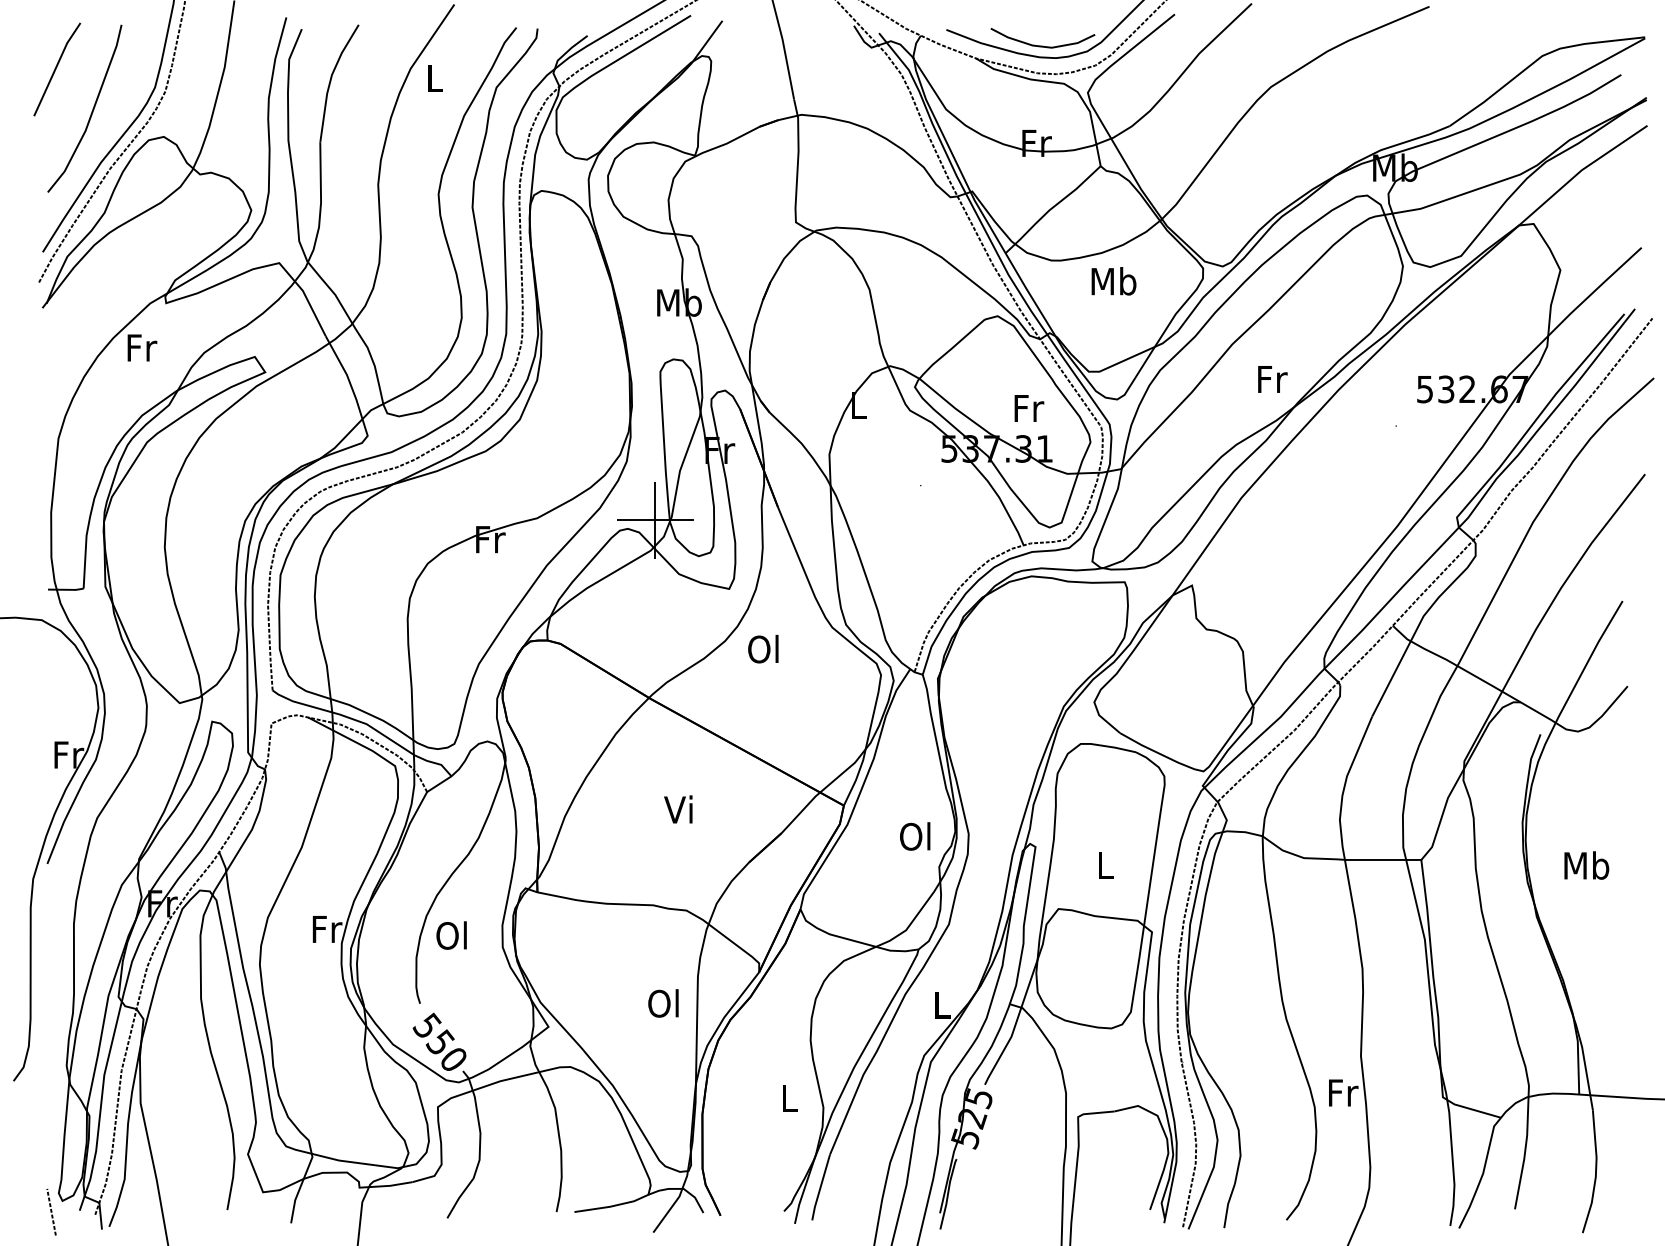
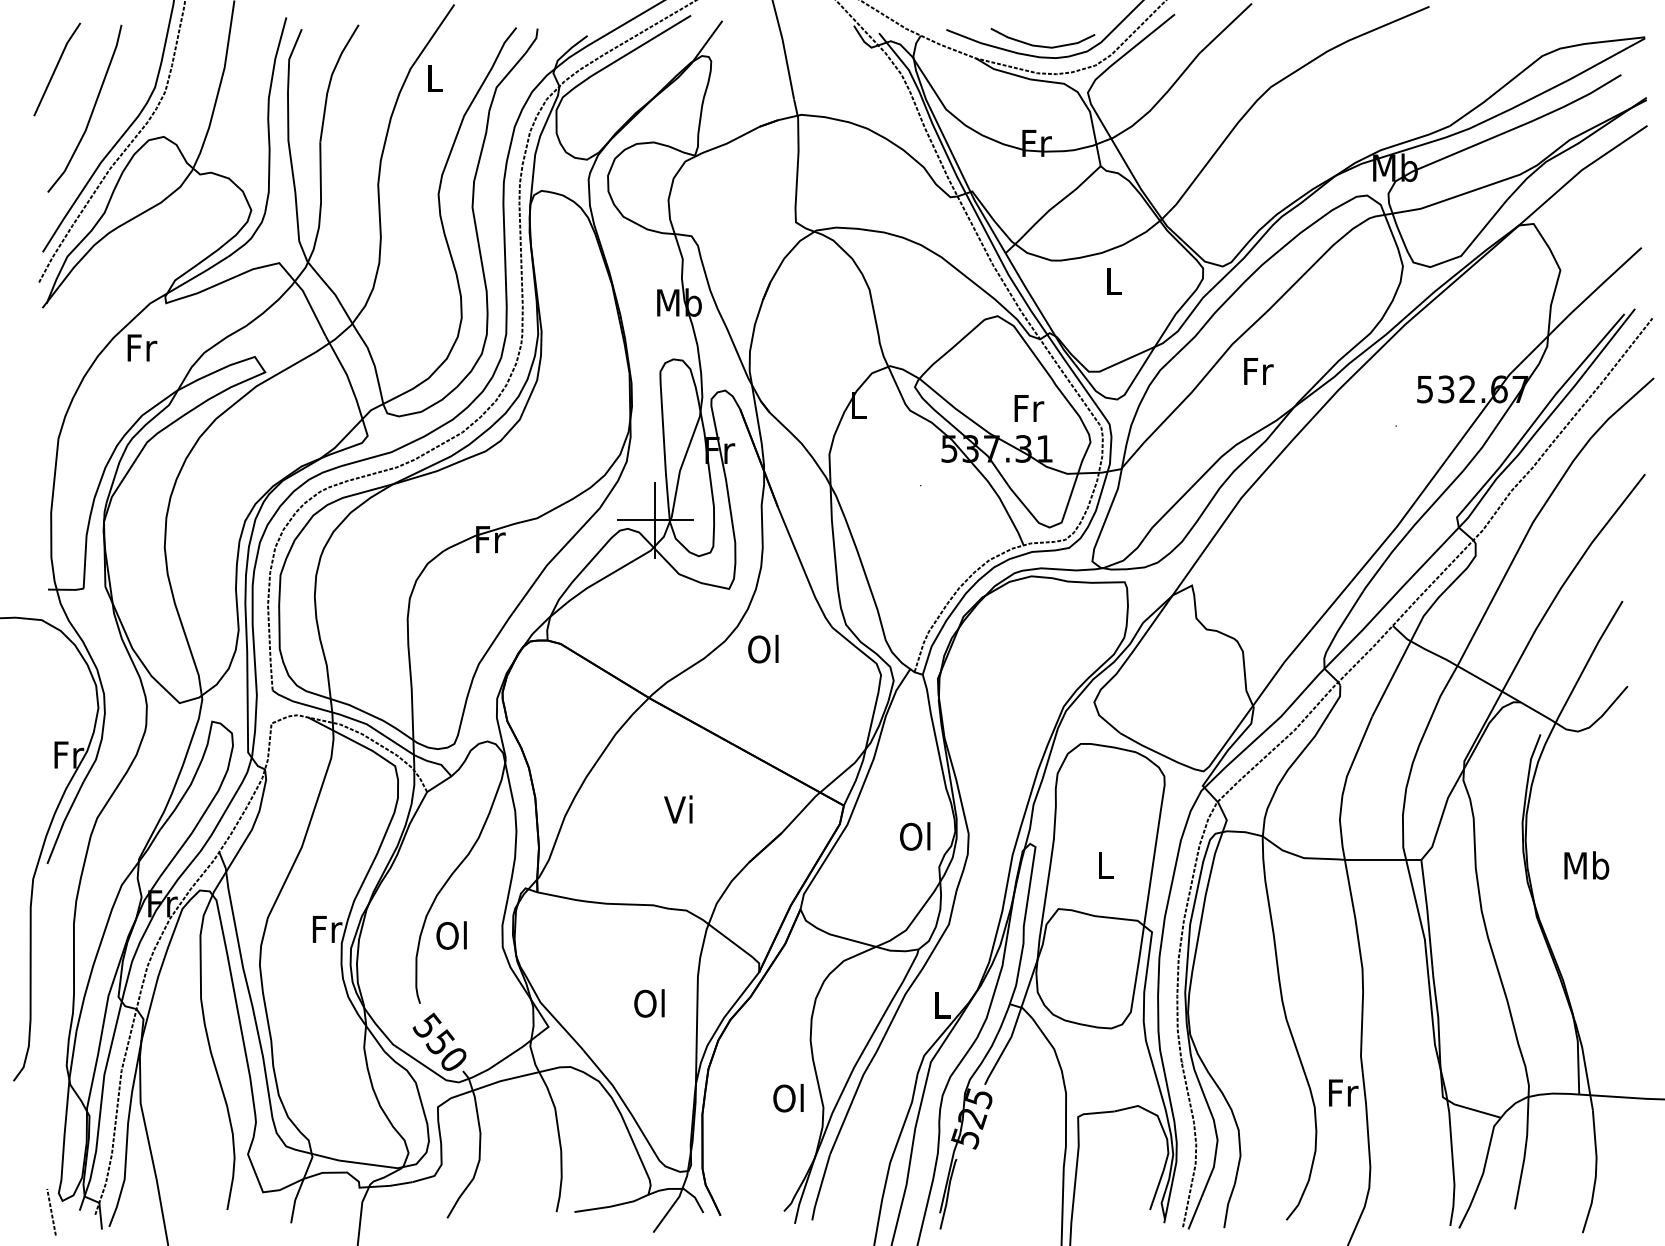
text at (1113, 281): Mb -> L
text at (1272, 379) position: (1272, 379) -> (1258, 371)
text at (663, 1003) position: (663, 1003) -> (649, 1003)
text at (788, 1097): L -> Ol
